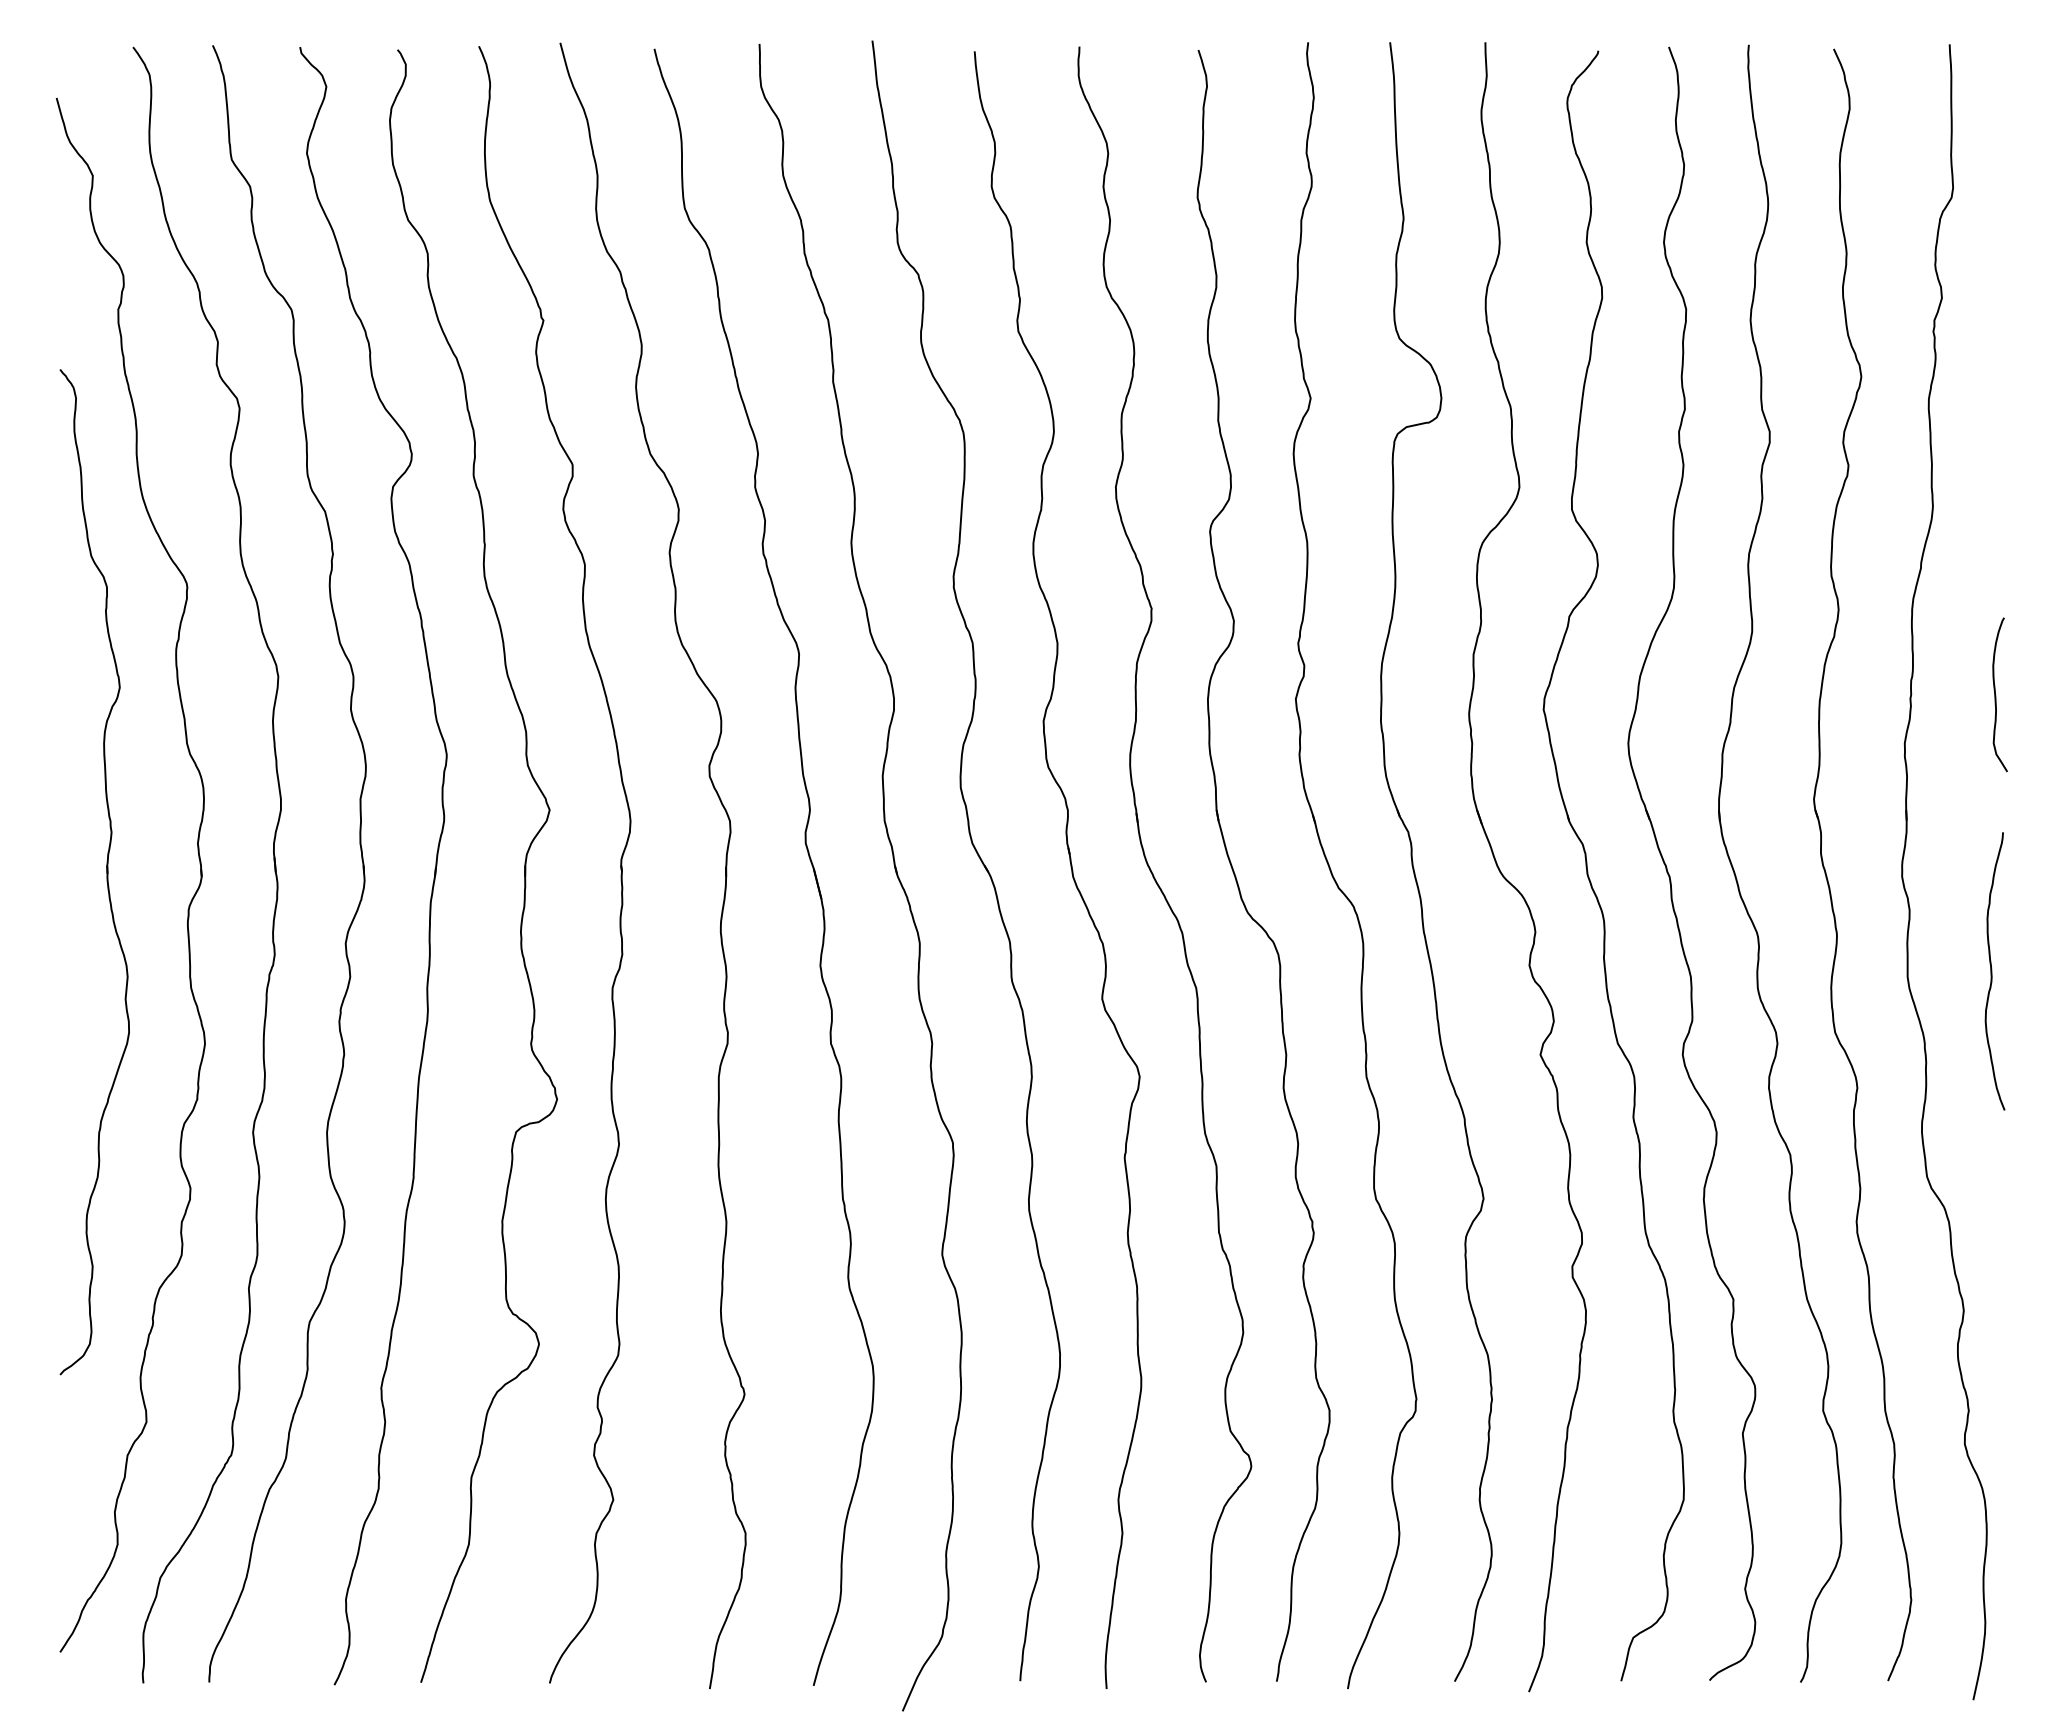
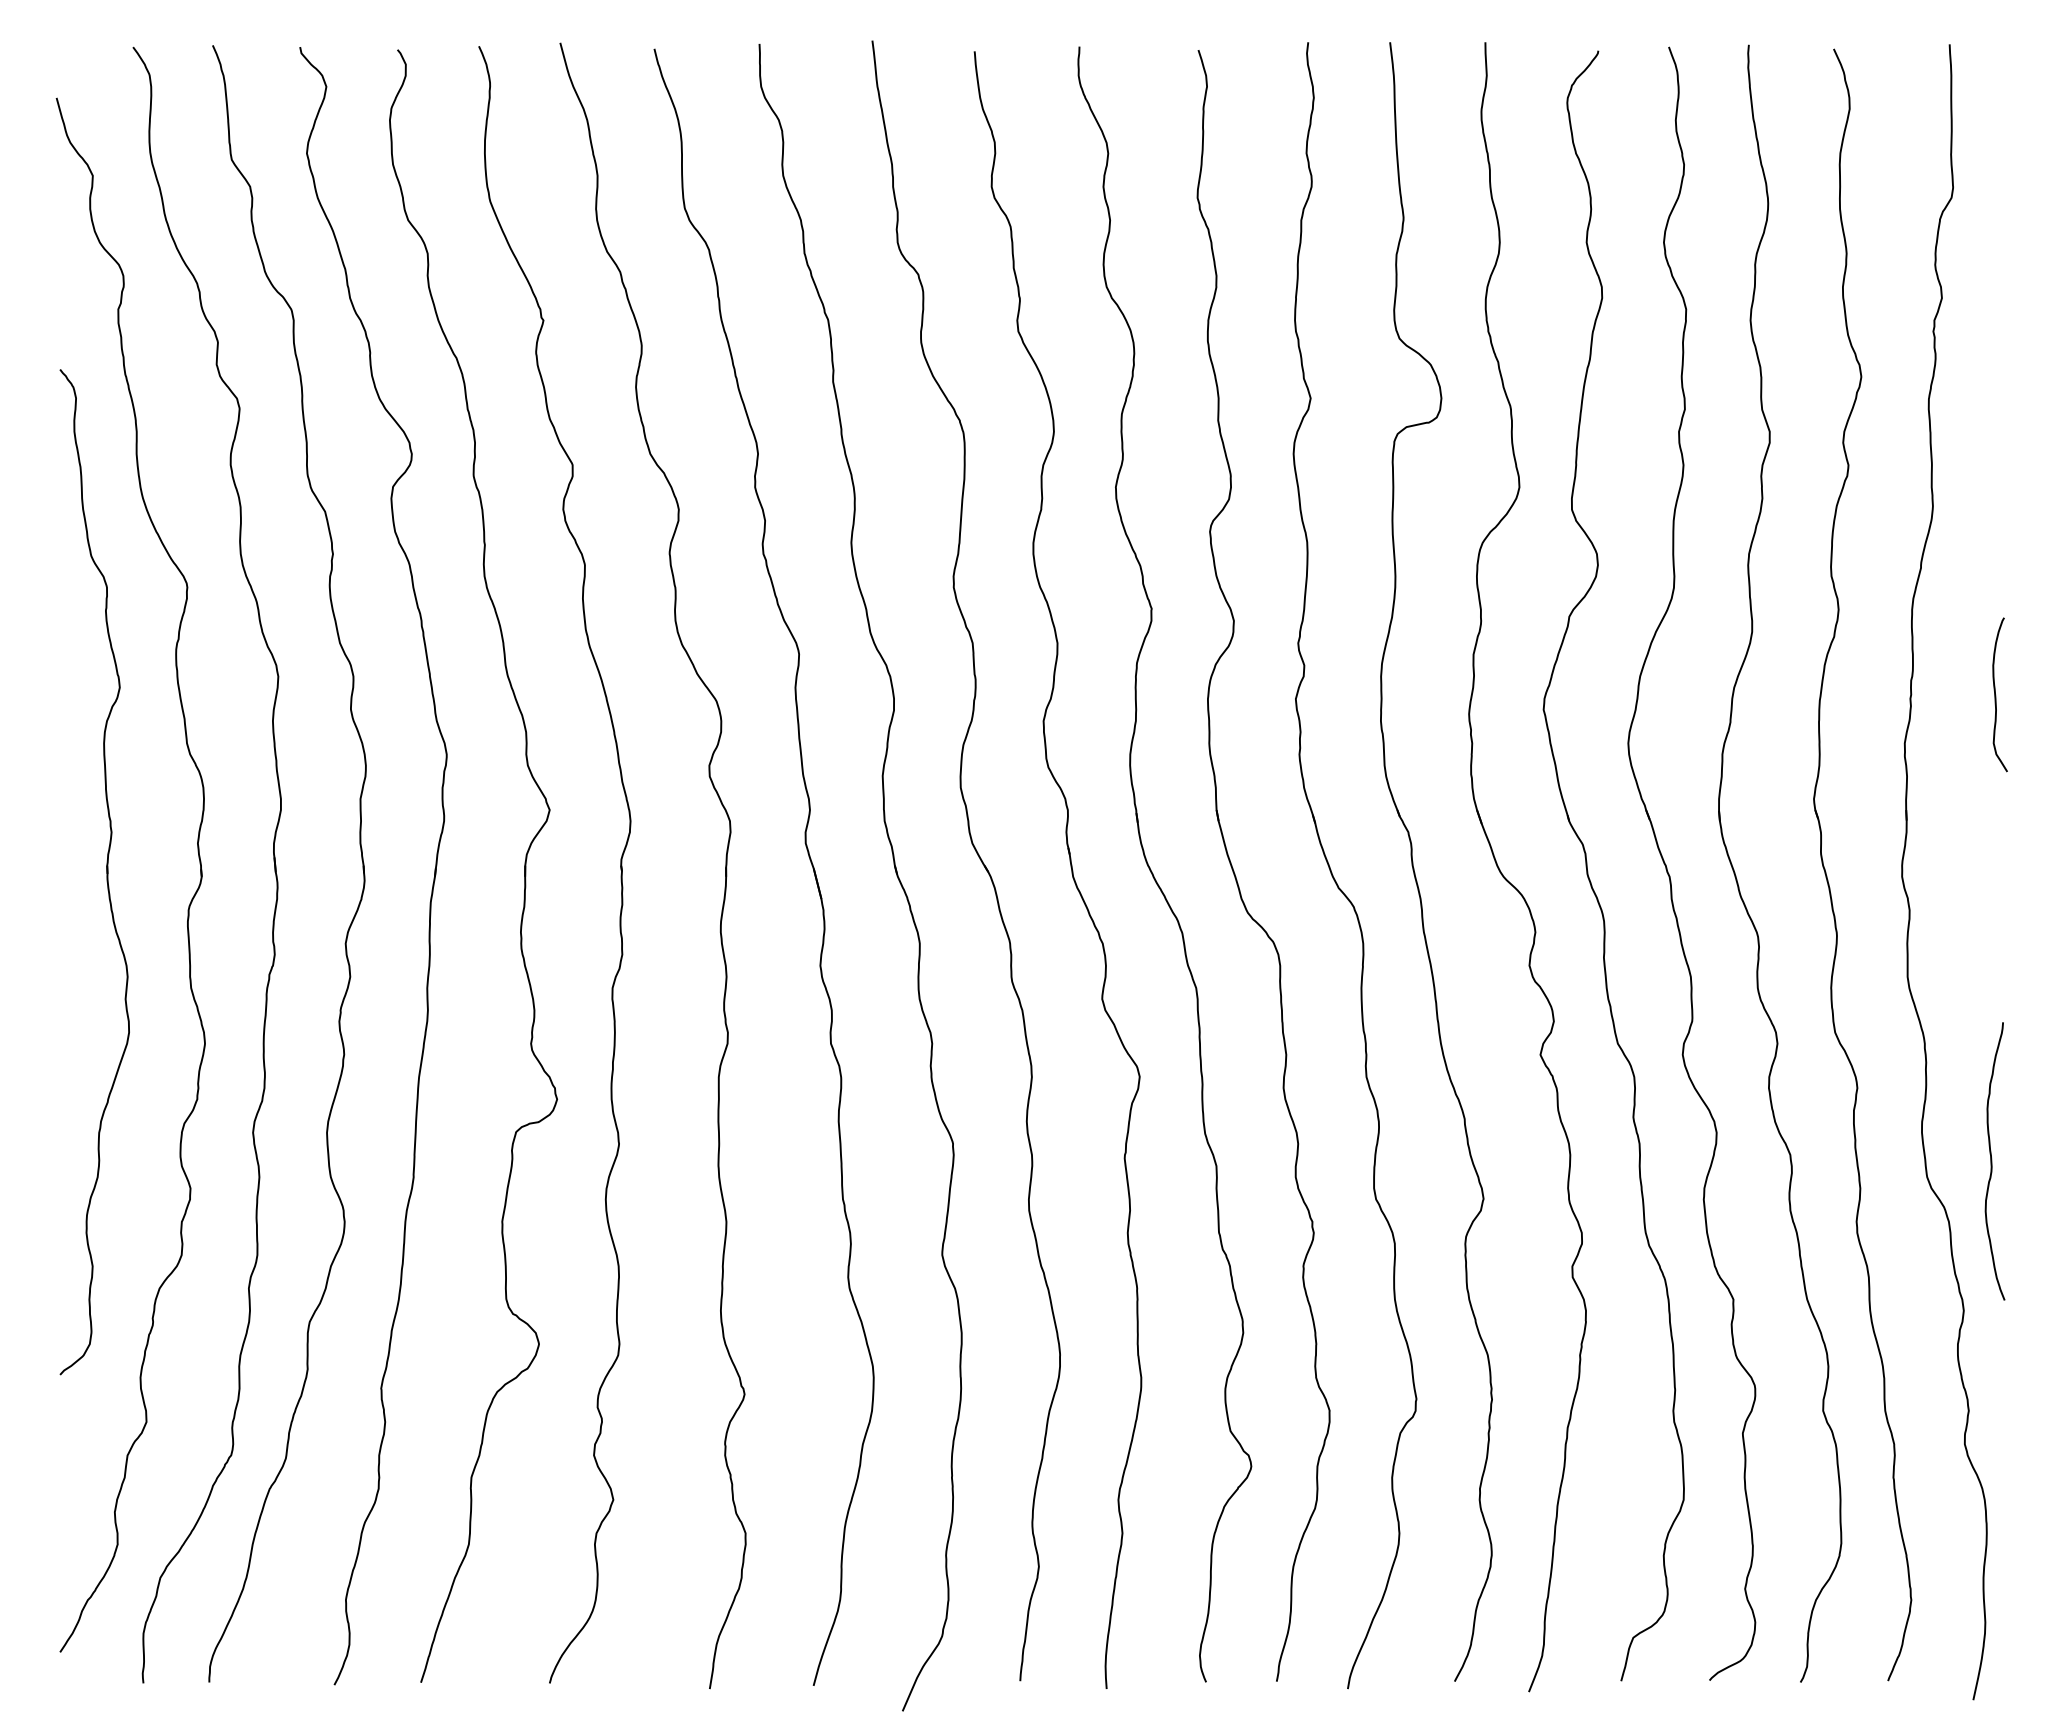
curve at (1992, 971) position: (1992, 971) -> (1992, 1161)
